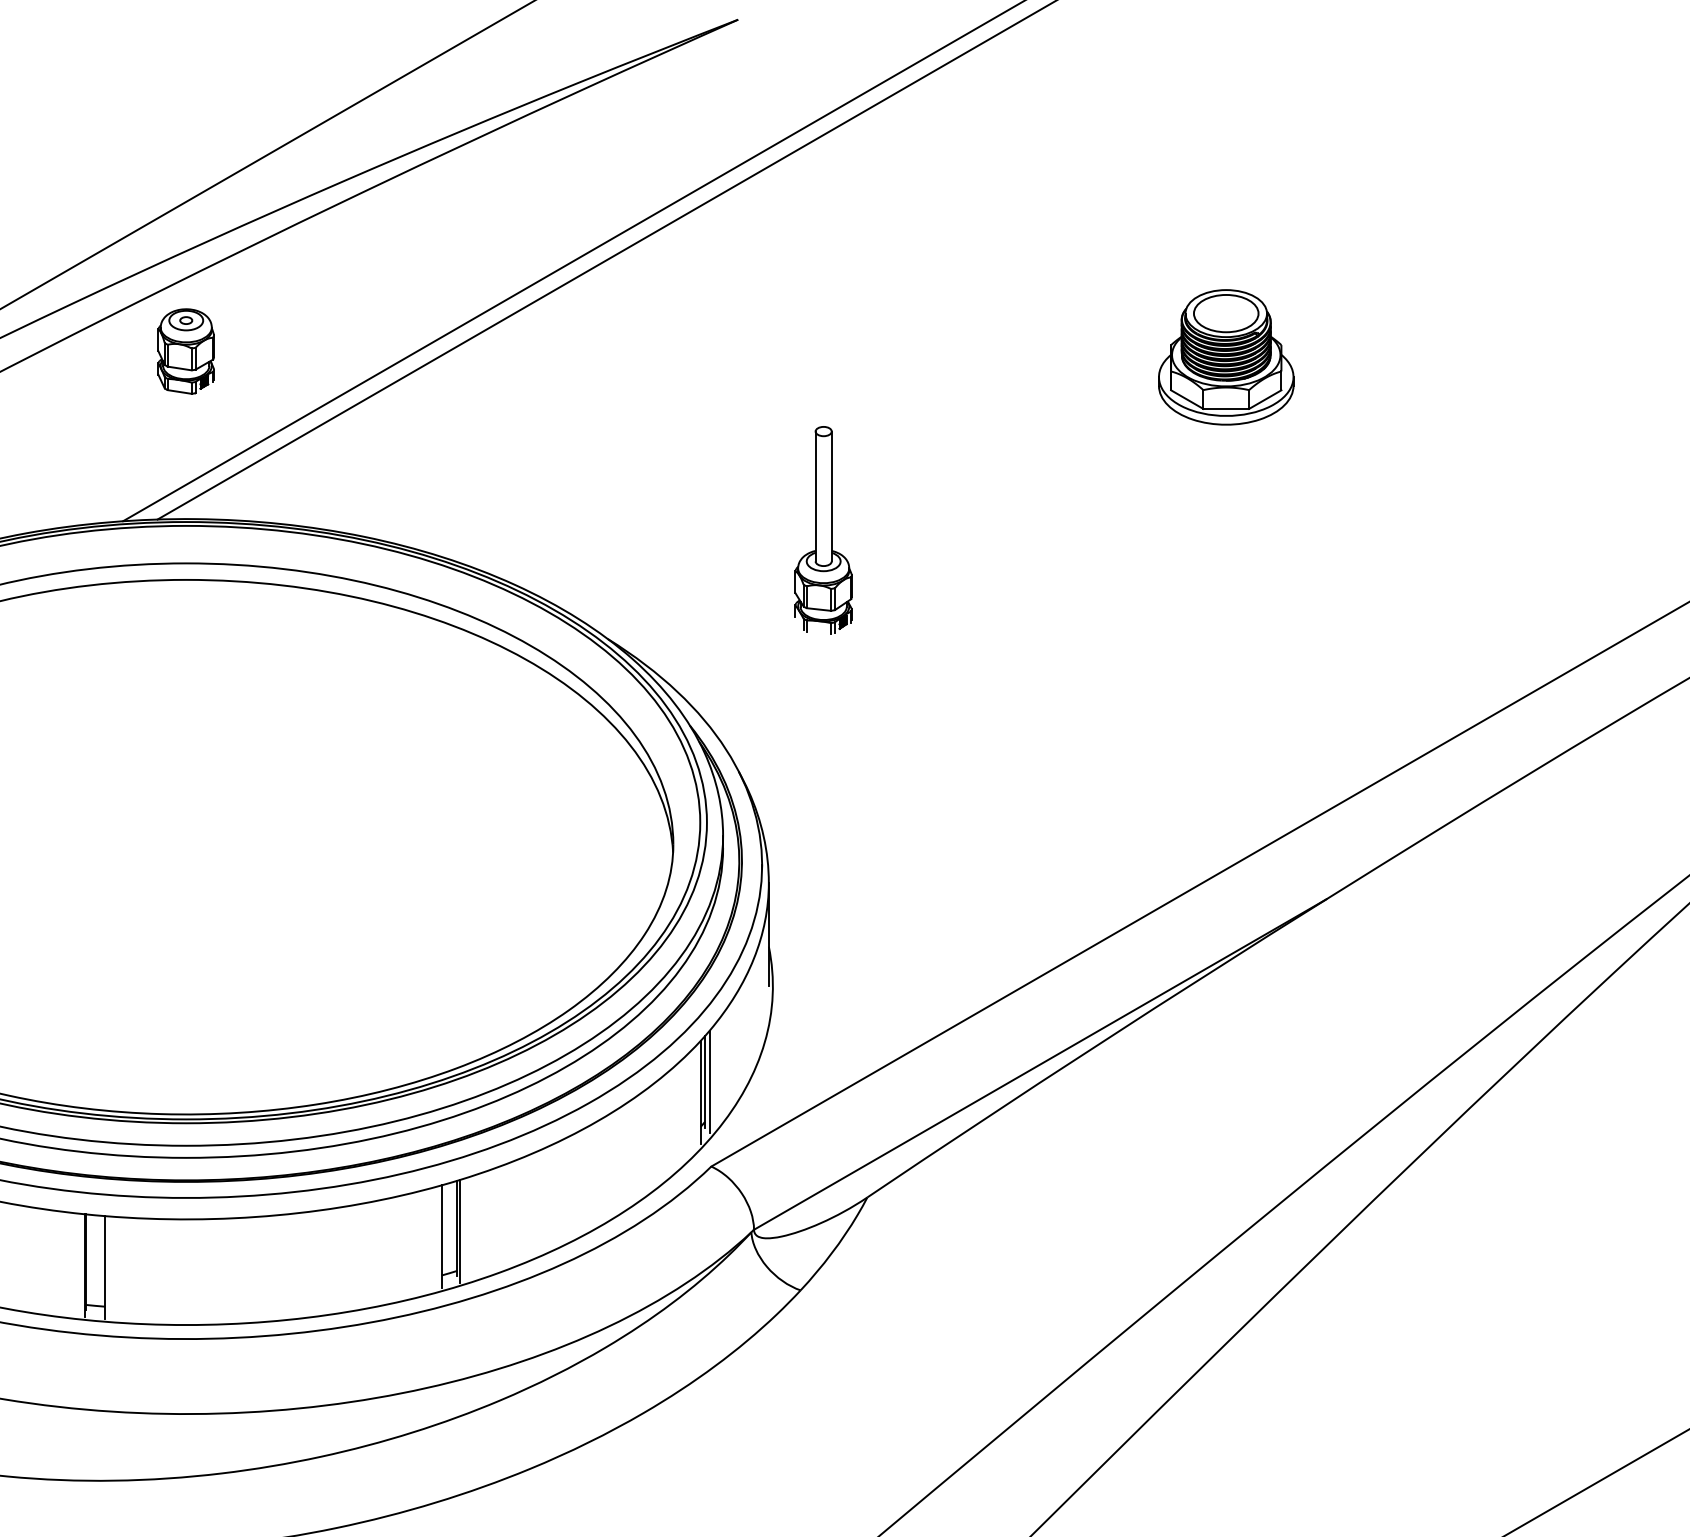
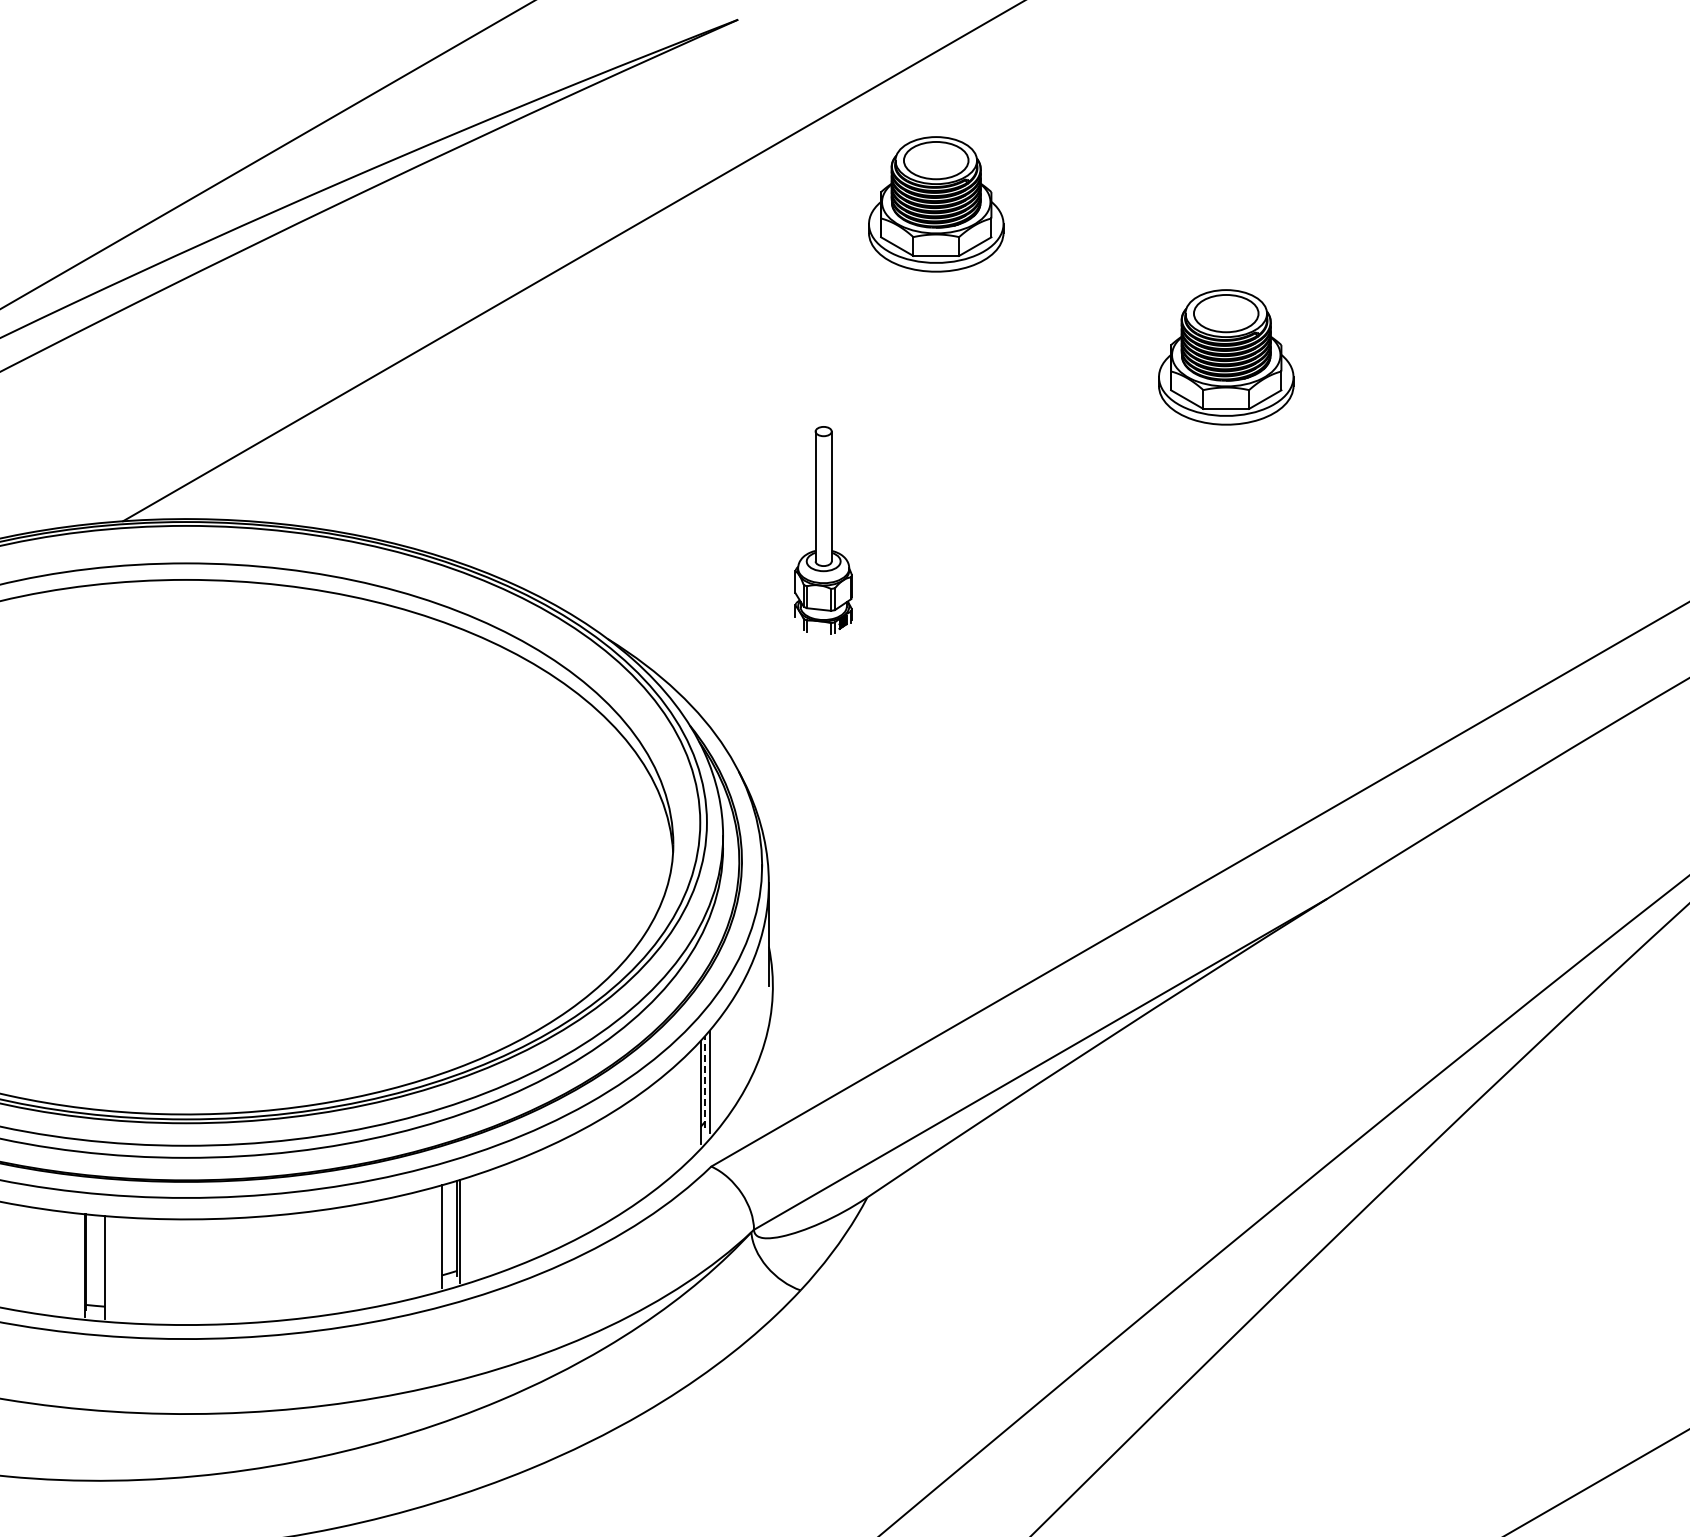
part at (936, 204): none -> present
line at (605, 260): present -> none
part at (185, 351): present -> none
line at (705, 1082): solid -> dashed
